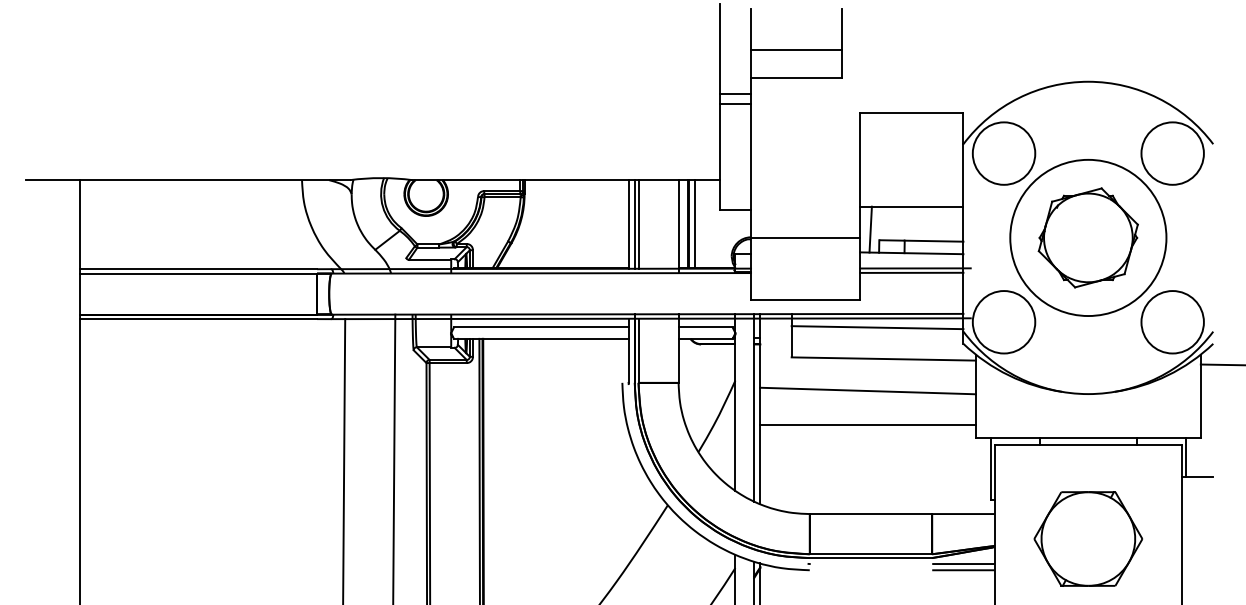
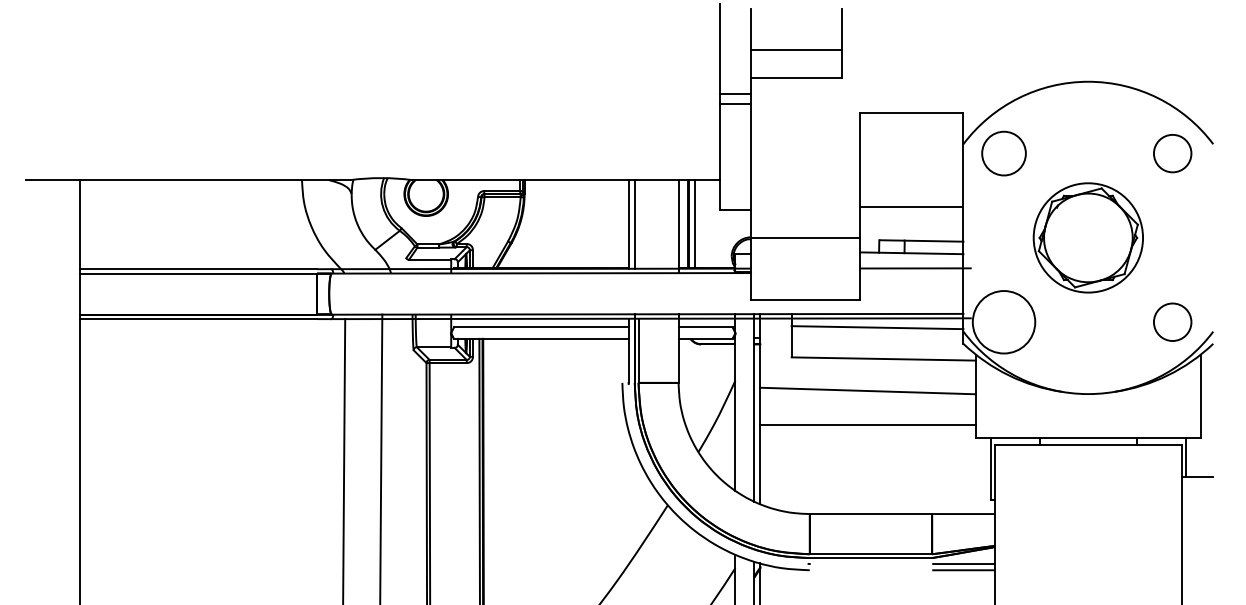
circle at (1003, 153) diameter: 62 px -> 44 px
circle at (1172, 153) diameter: 62 px -> 37 px
line at (638, 224): present -> none
line at (870, 229): present -> none
circle at (1088, 237) diameter: 156 px -> 109 px
line at (911, 272): present -> none
circle at (1172, 322) diameter: 62 px -> 37 px
line at (1221, 364): present -> none
line at (394, 457) position: (394, 457) -> (381, 457)
part at (1087, 538): present -> none
